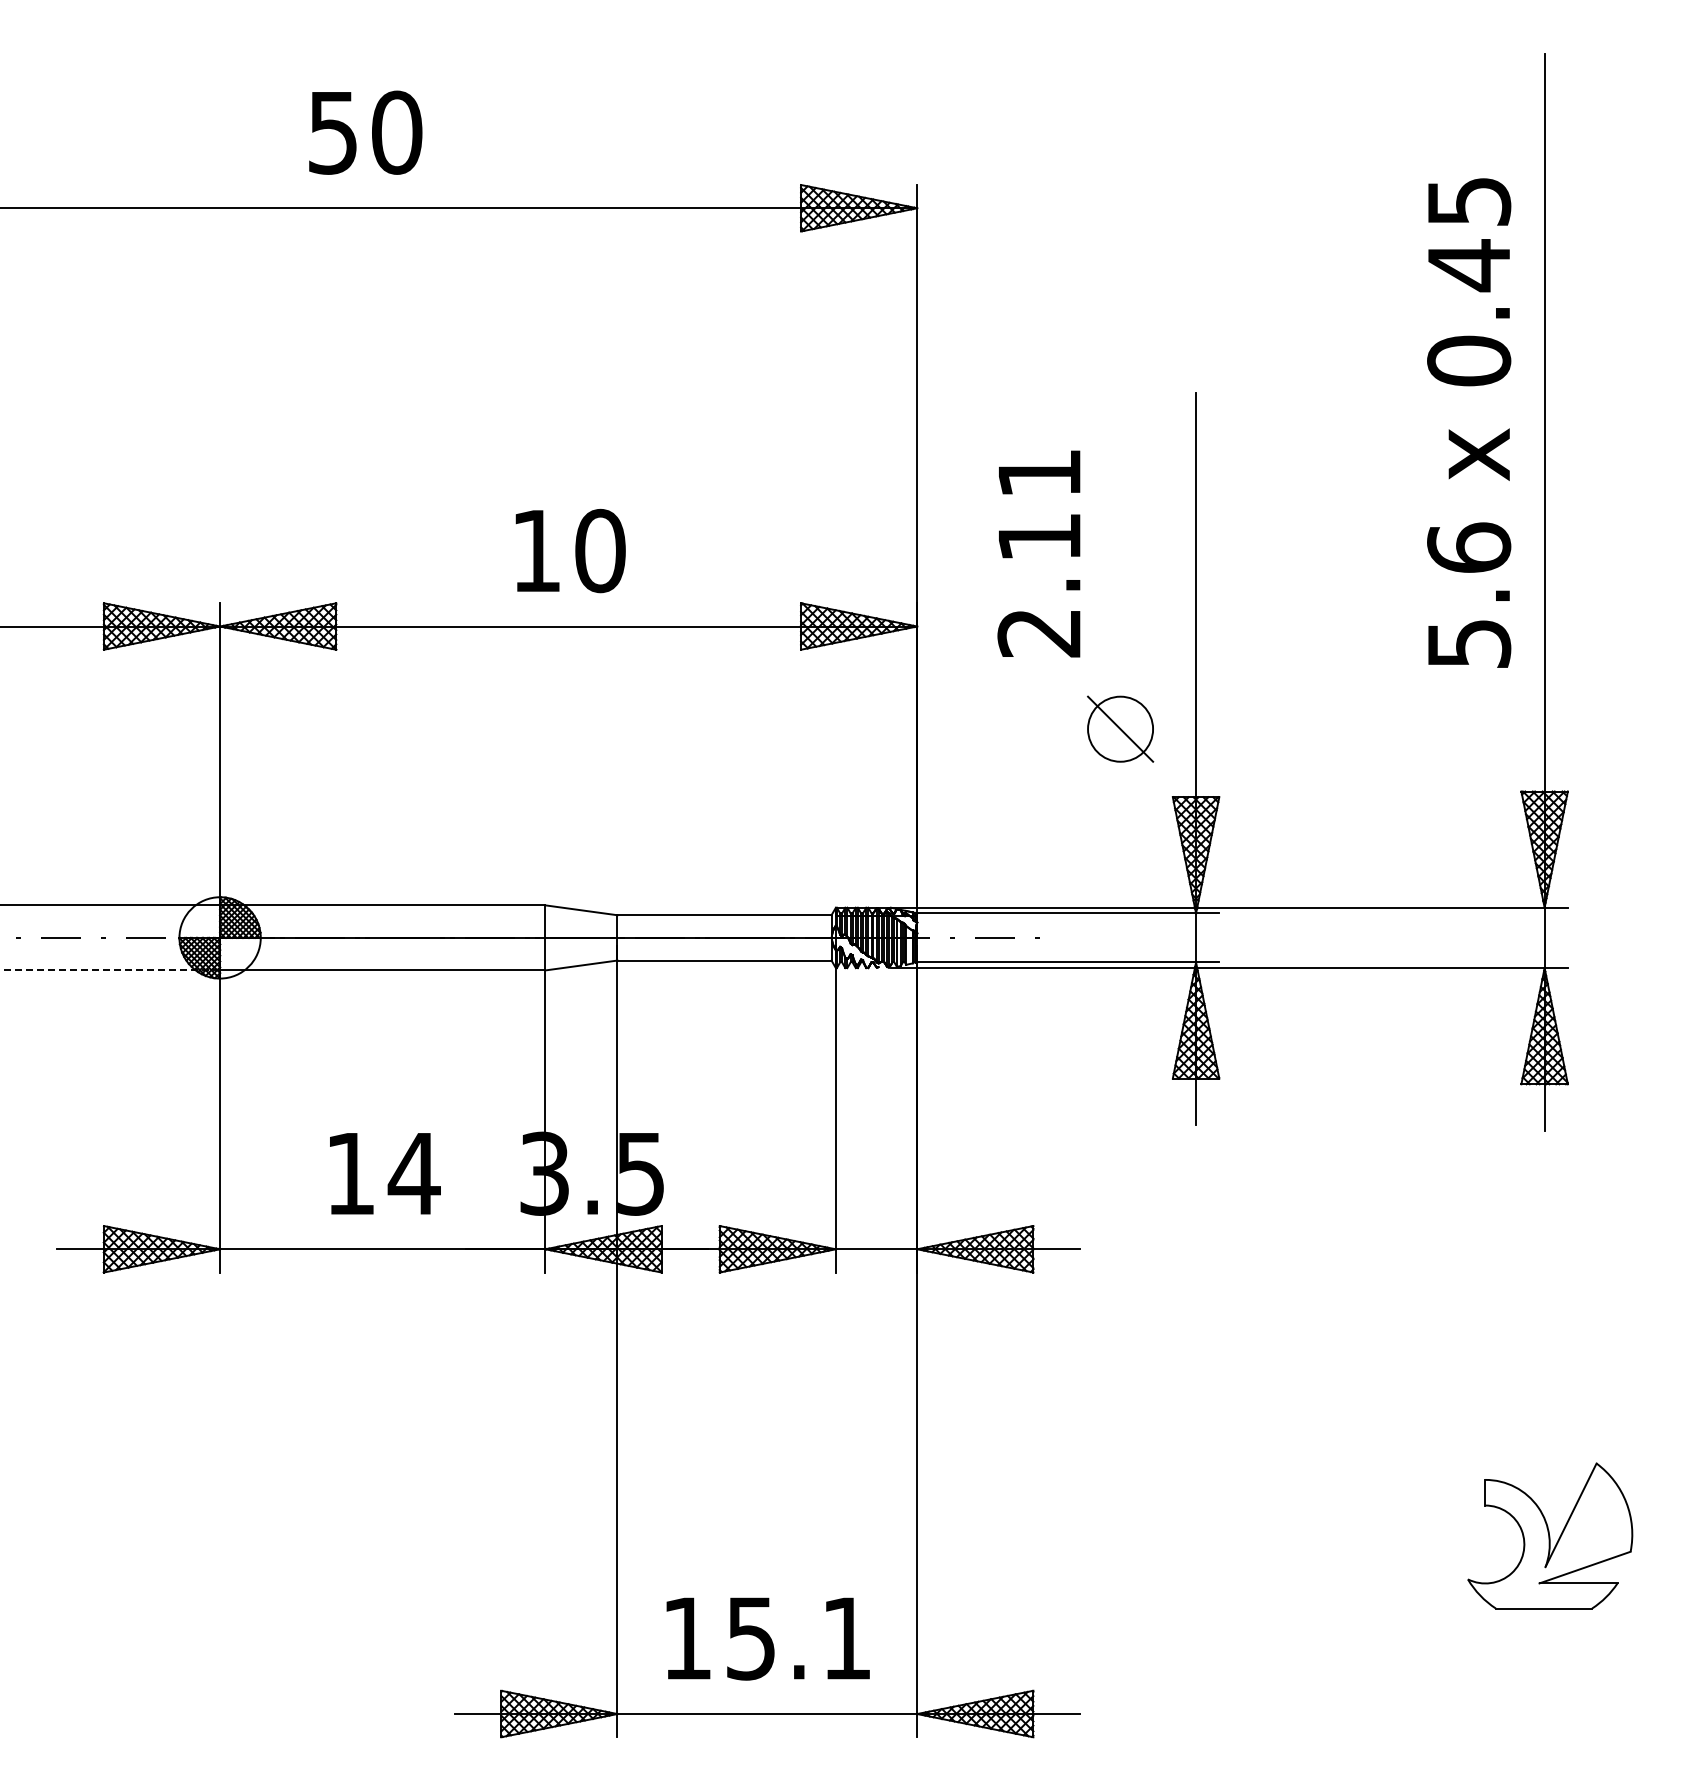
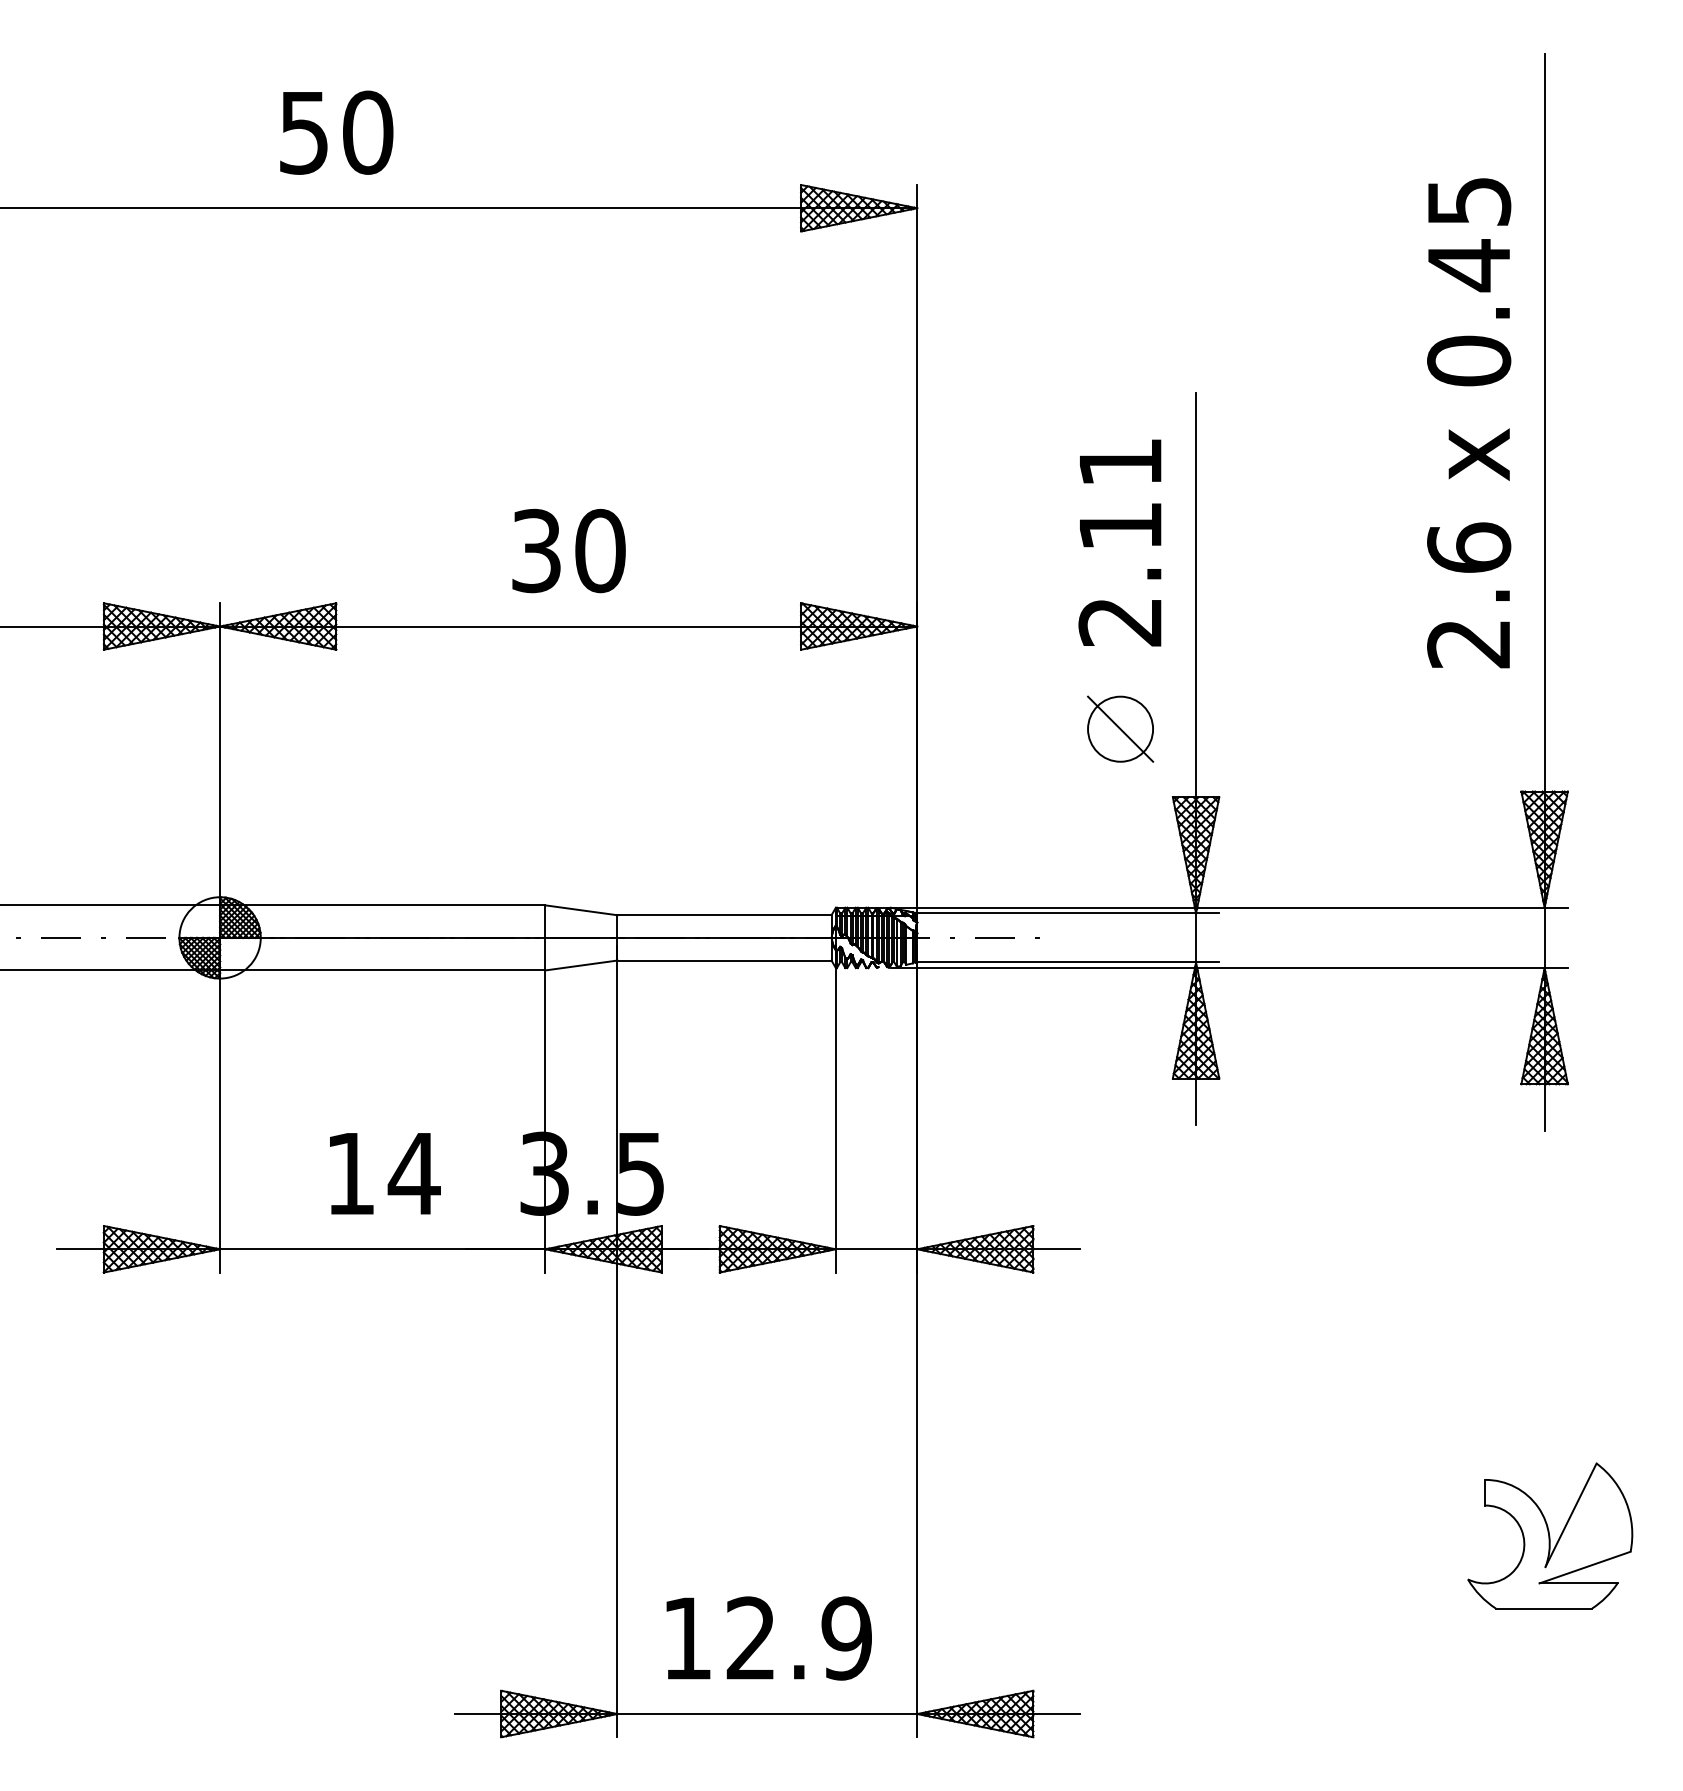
text at (365, 132) position: (365, 132) -> (336, 132)
text at (536, 550): 10 -> 30
text at (1038, 553) position: (1038, 553) -> (1119, 542)
text at (1469, 644): 5.6 -> 2.6
line at (110, 970): dashed -> solid
text at (798, 1638): 15.1 -> 12.9
